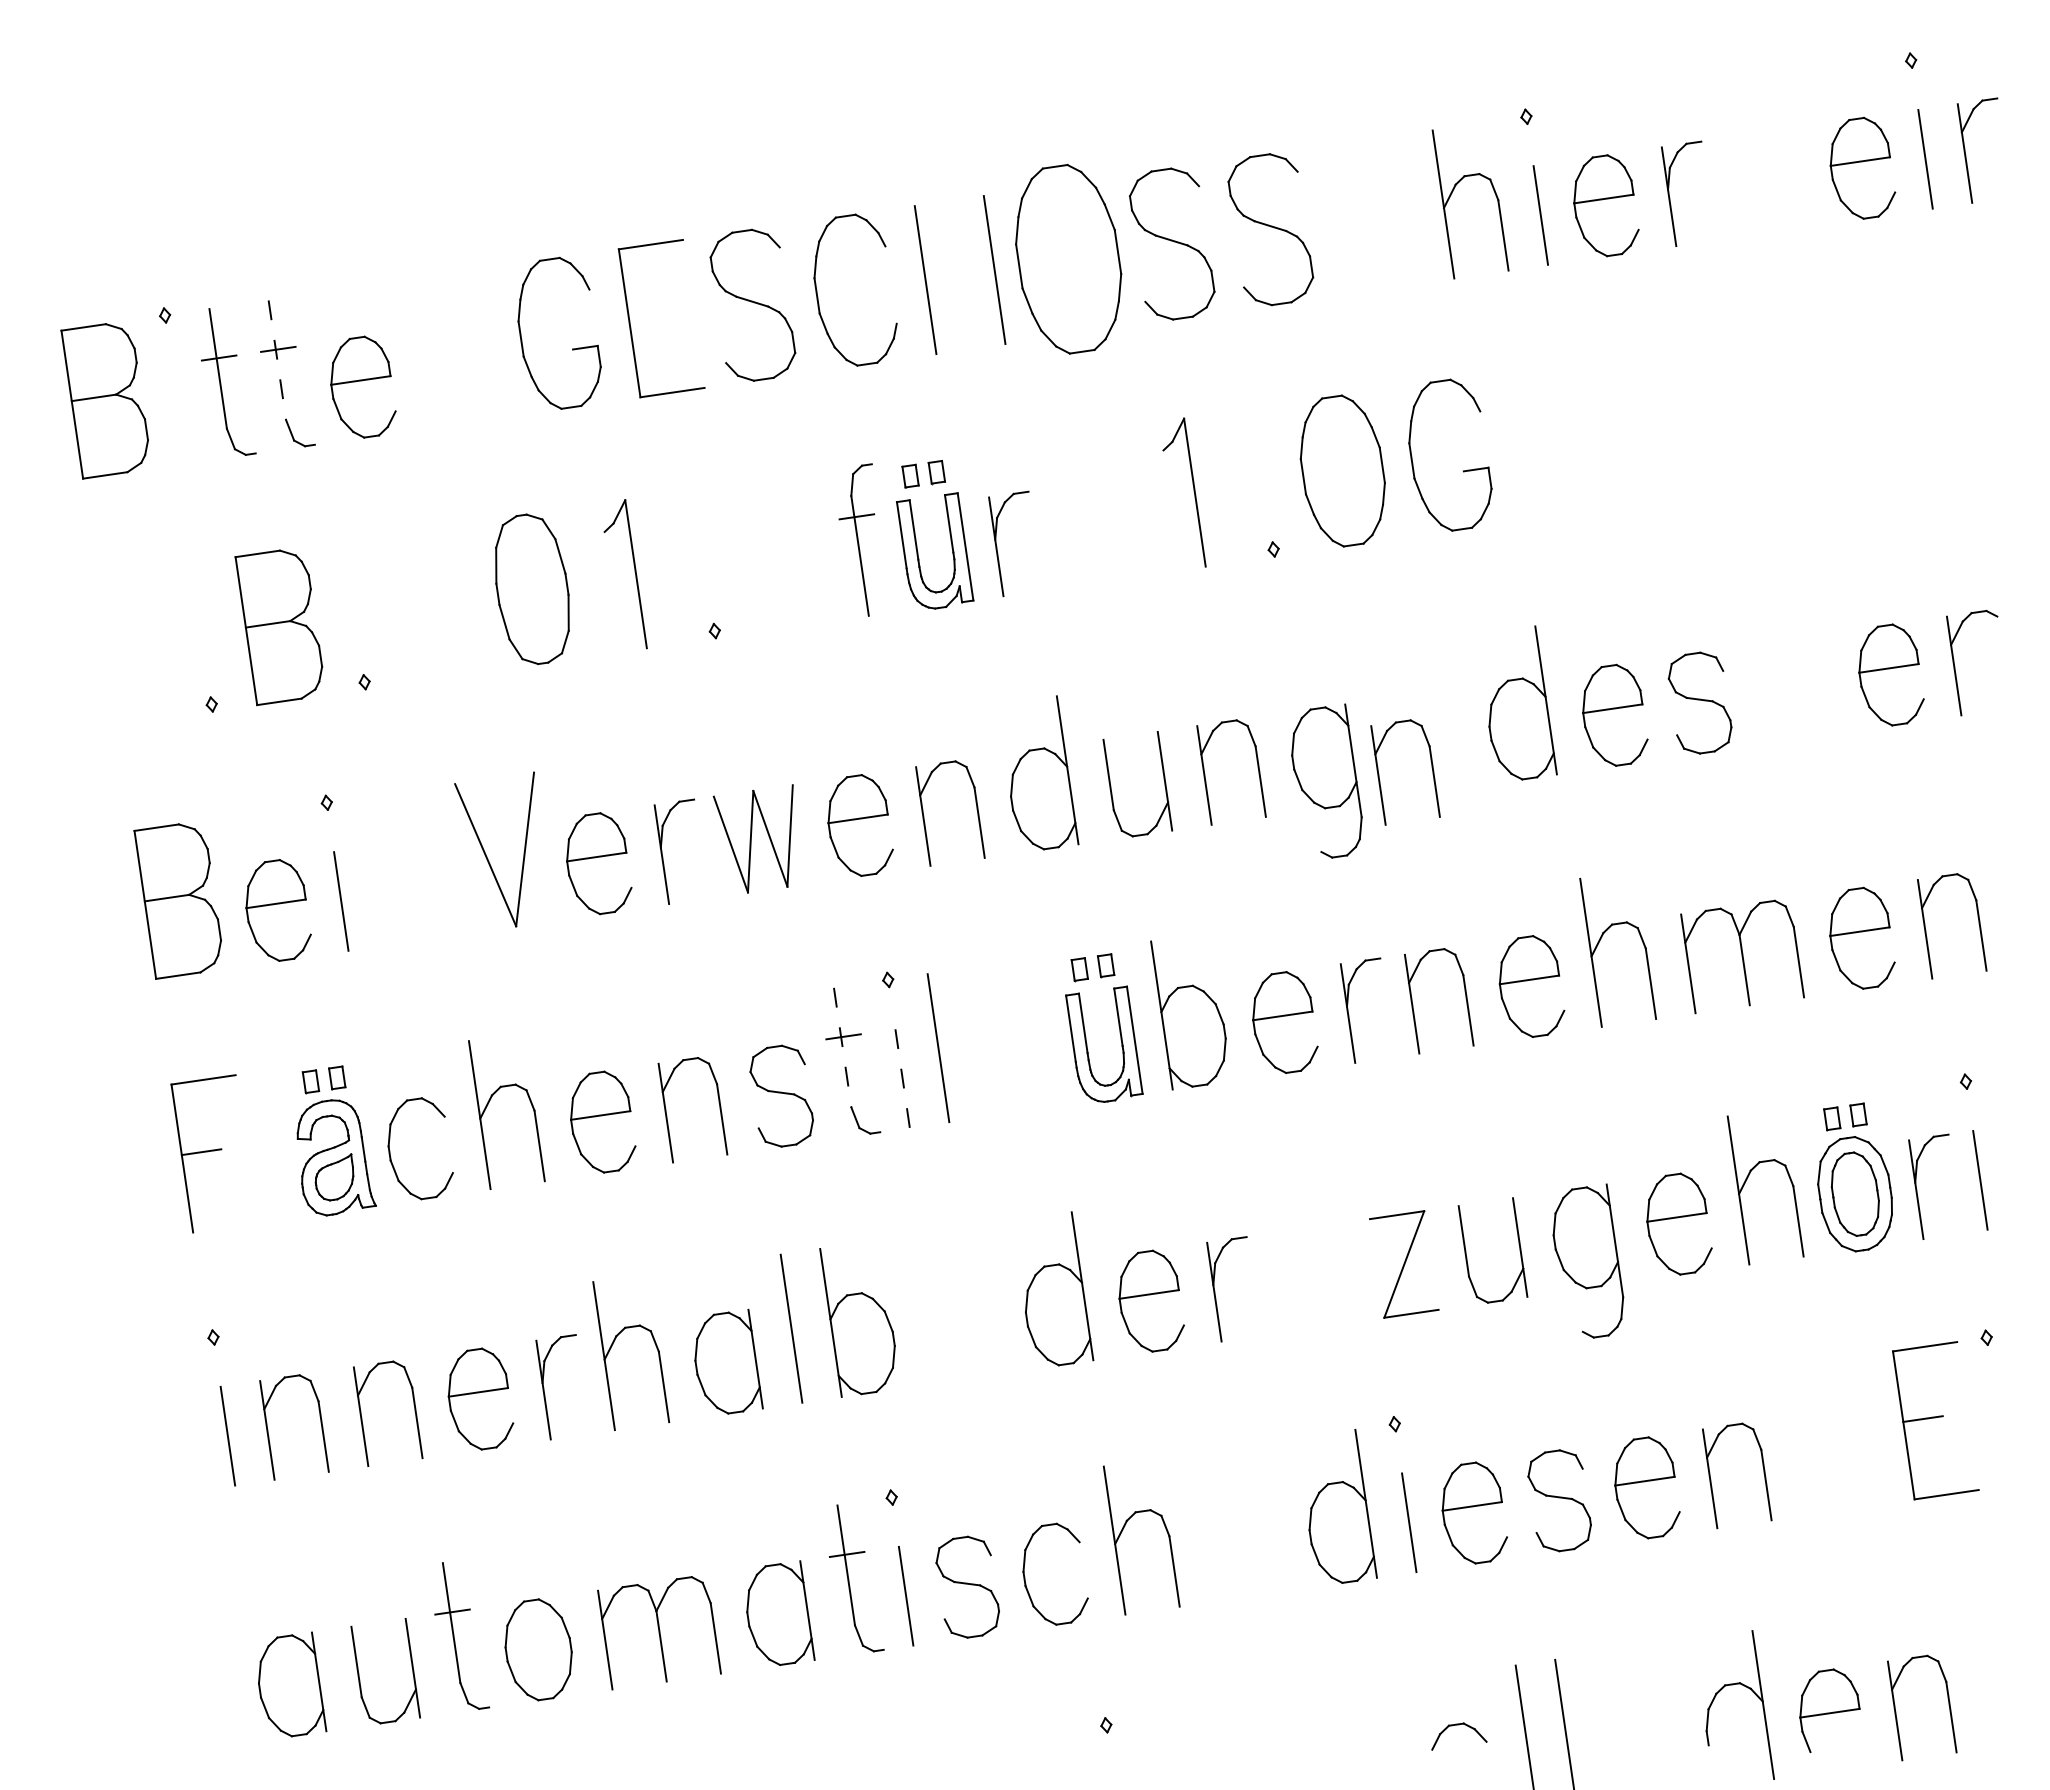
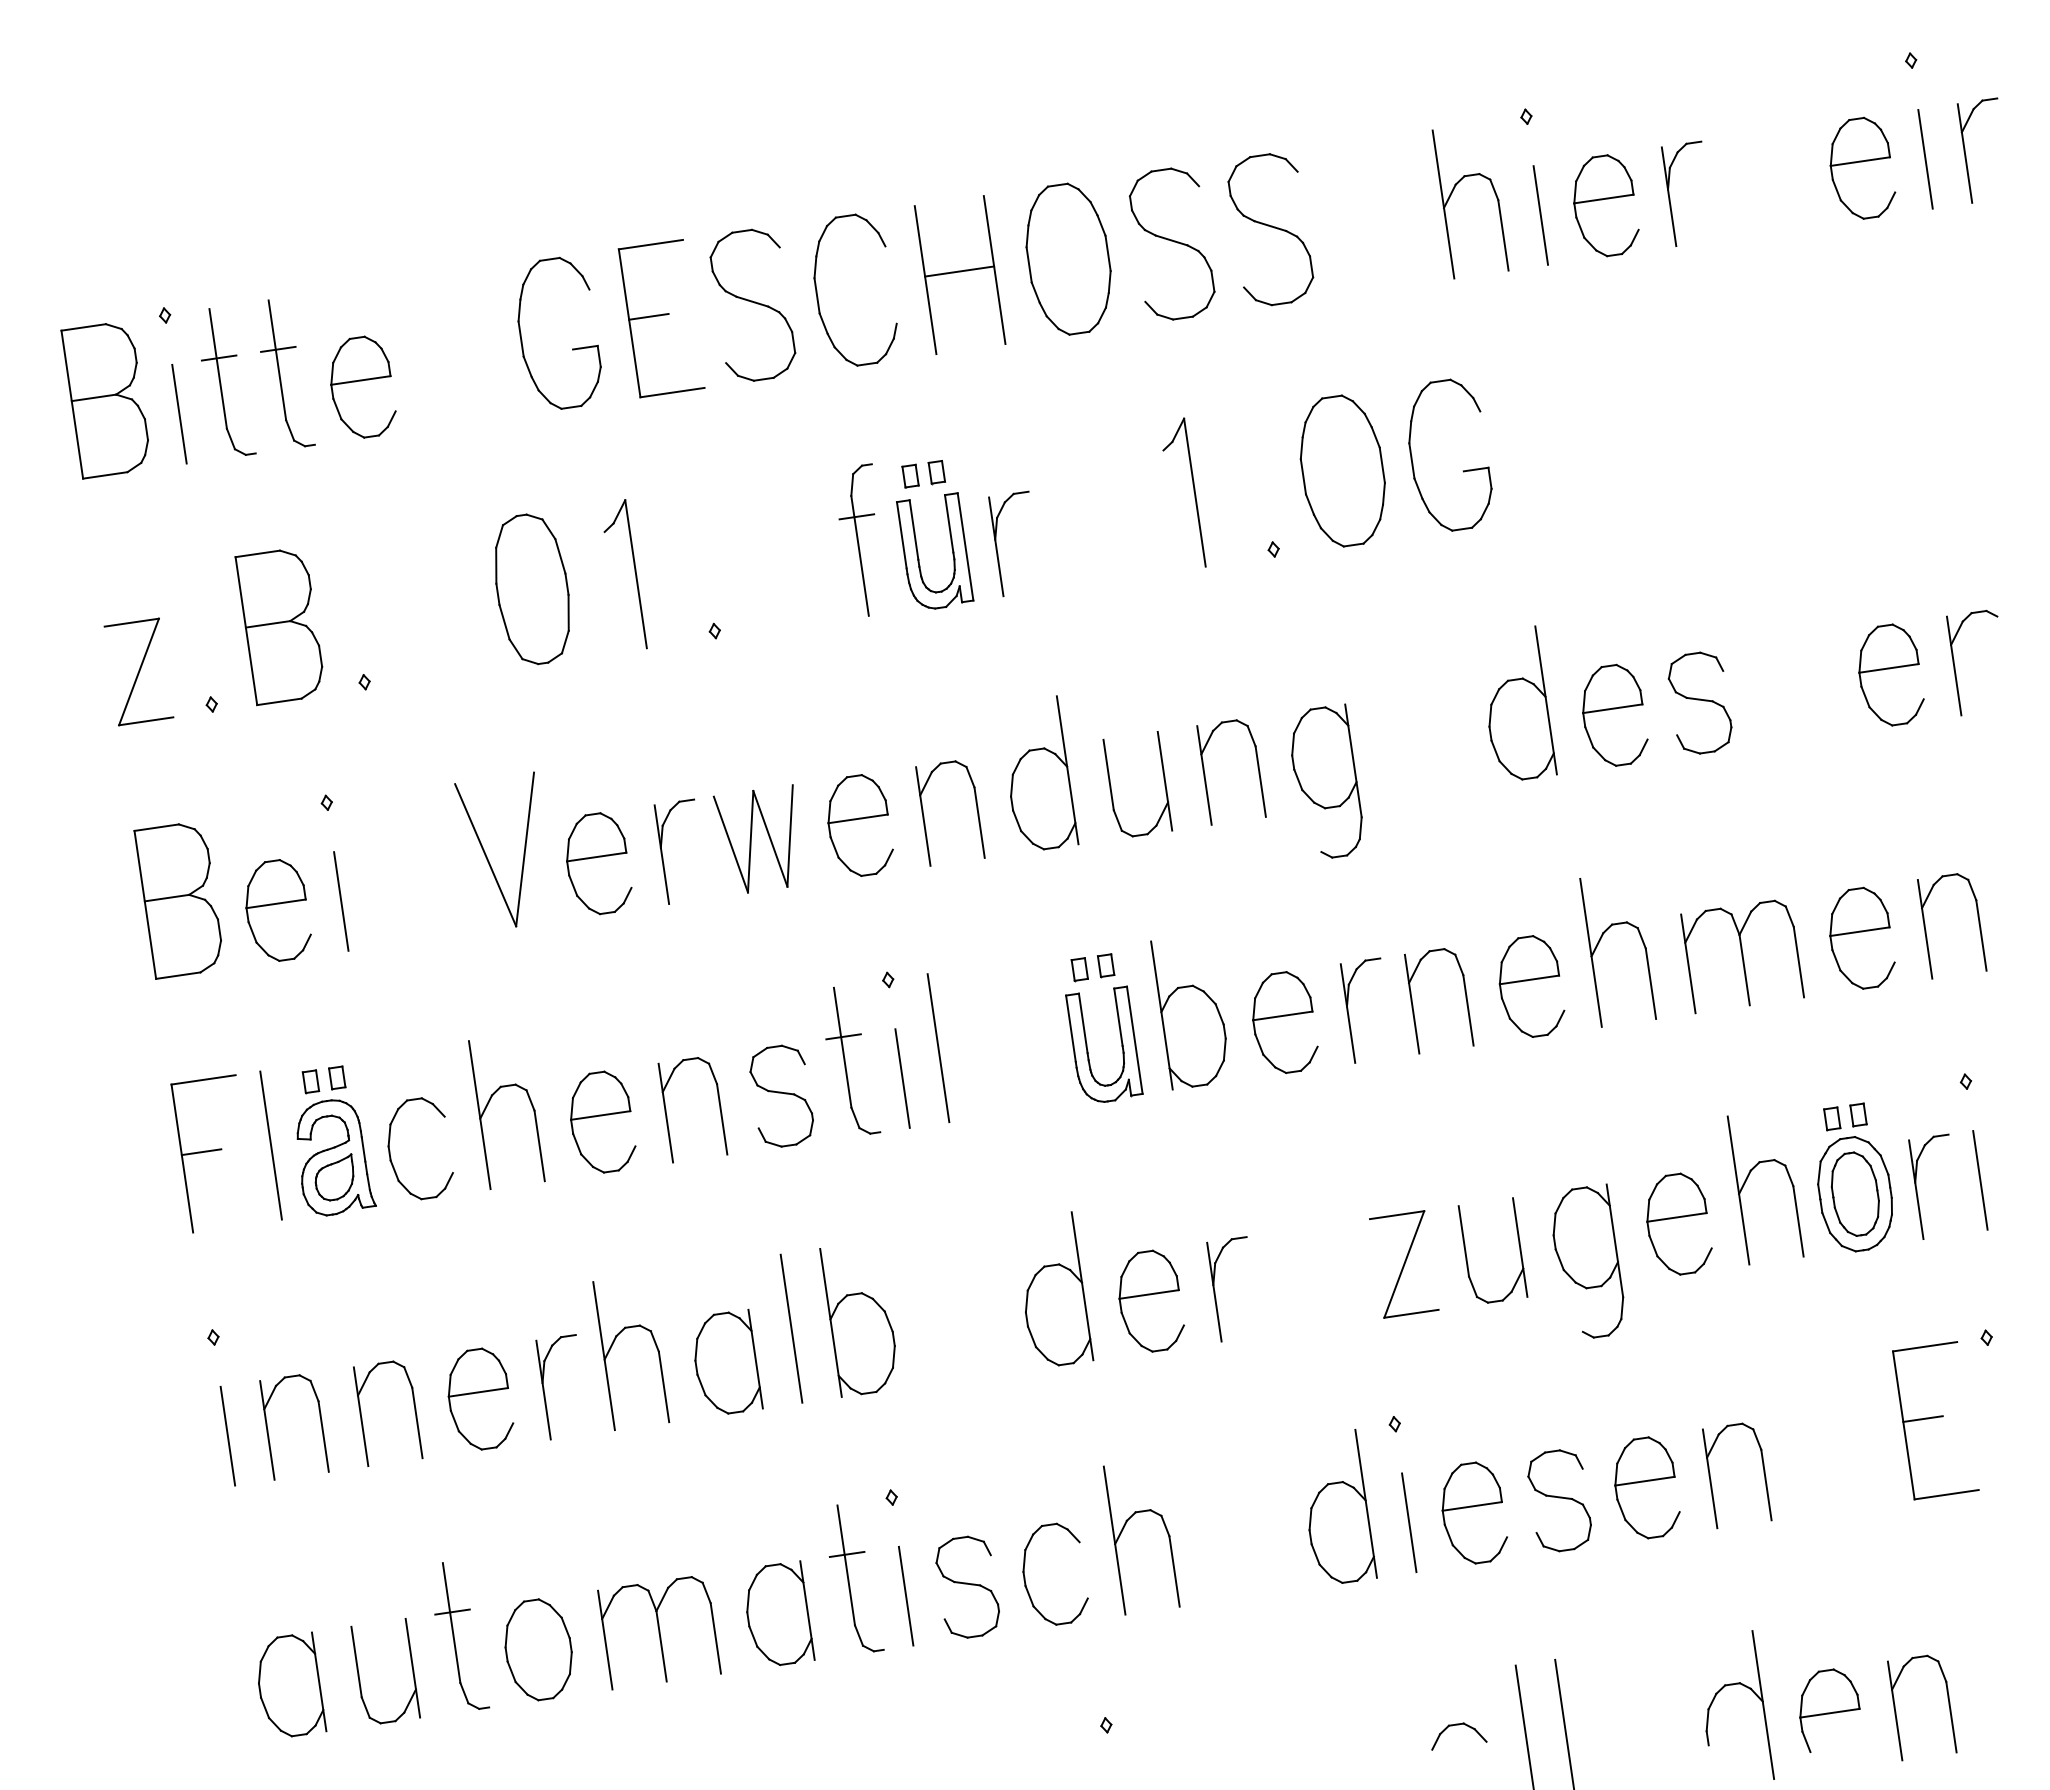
part at (1068, 259) size: 108x191 px -> 87x154 px
line at (959, 271): none -> present
line at (648, 316): none -> present
line at (277, 360): dashed -> solid
line at (179, 413): none -> present
part at (138, 671): none -> present
part at (1379, 773): present -> none
line at (842, 1047): dashed -> solid
line at (902, 1078): dashed -> solid
line at (270, 1145): none -> present
